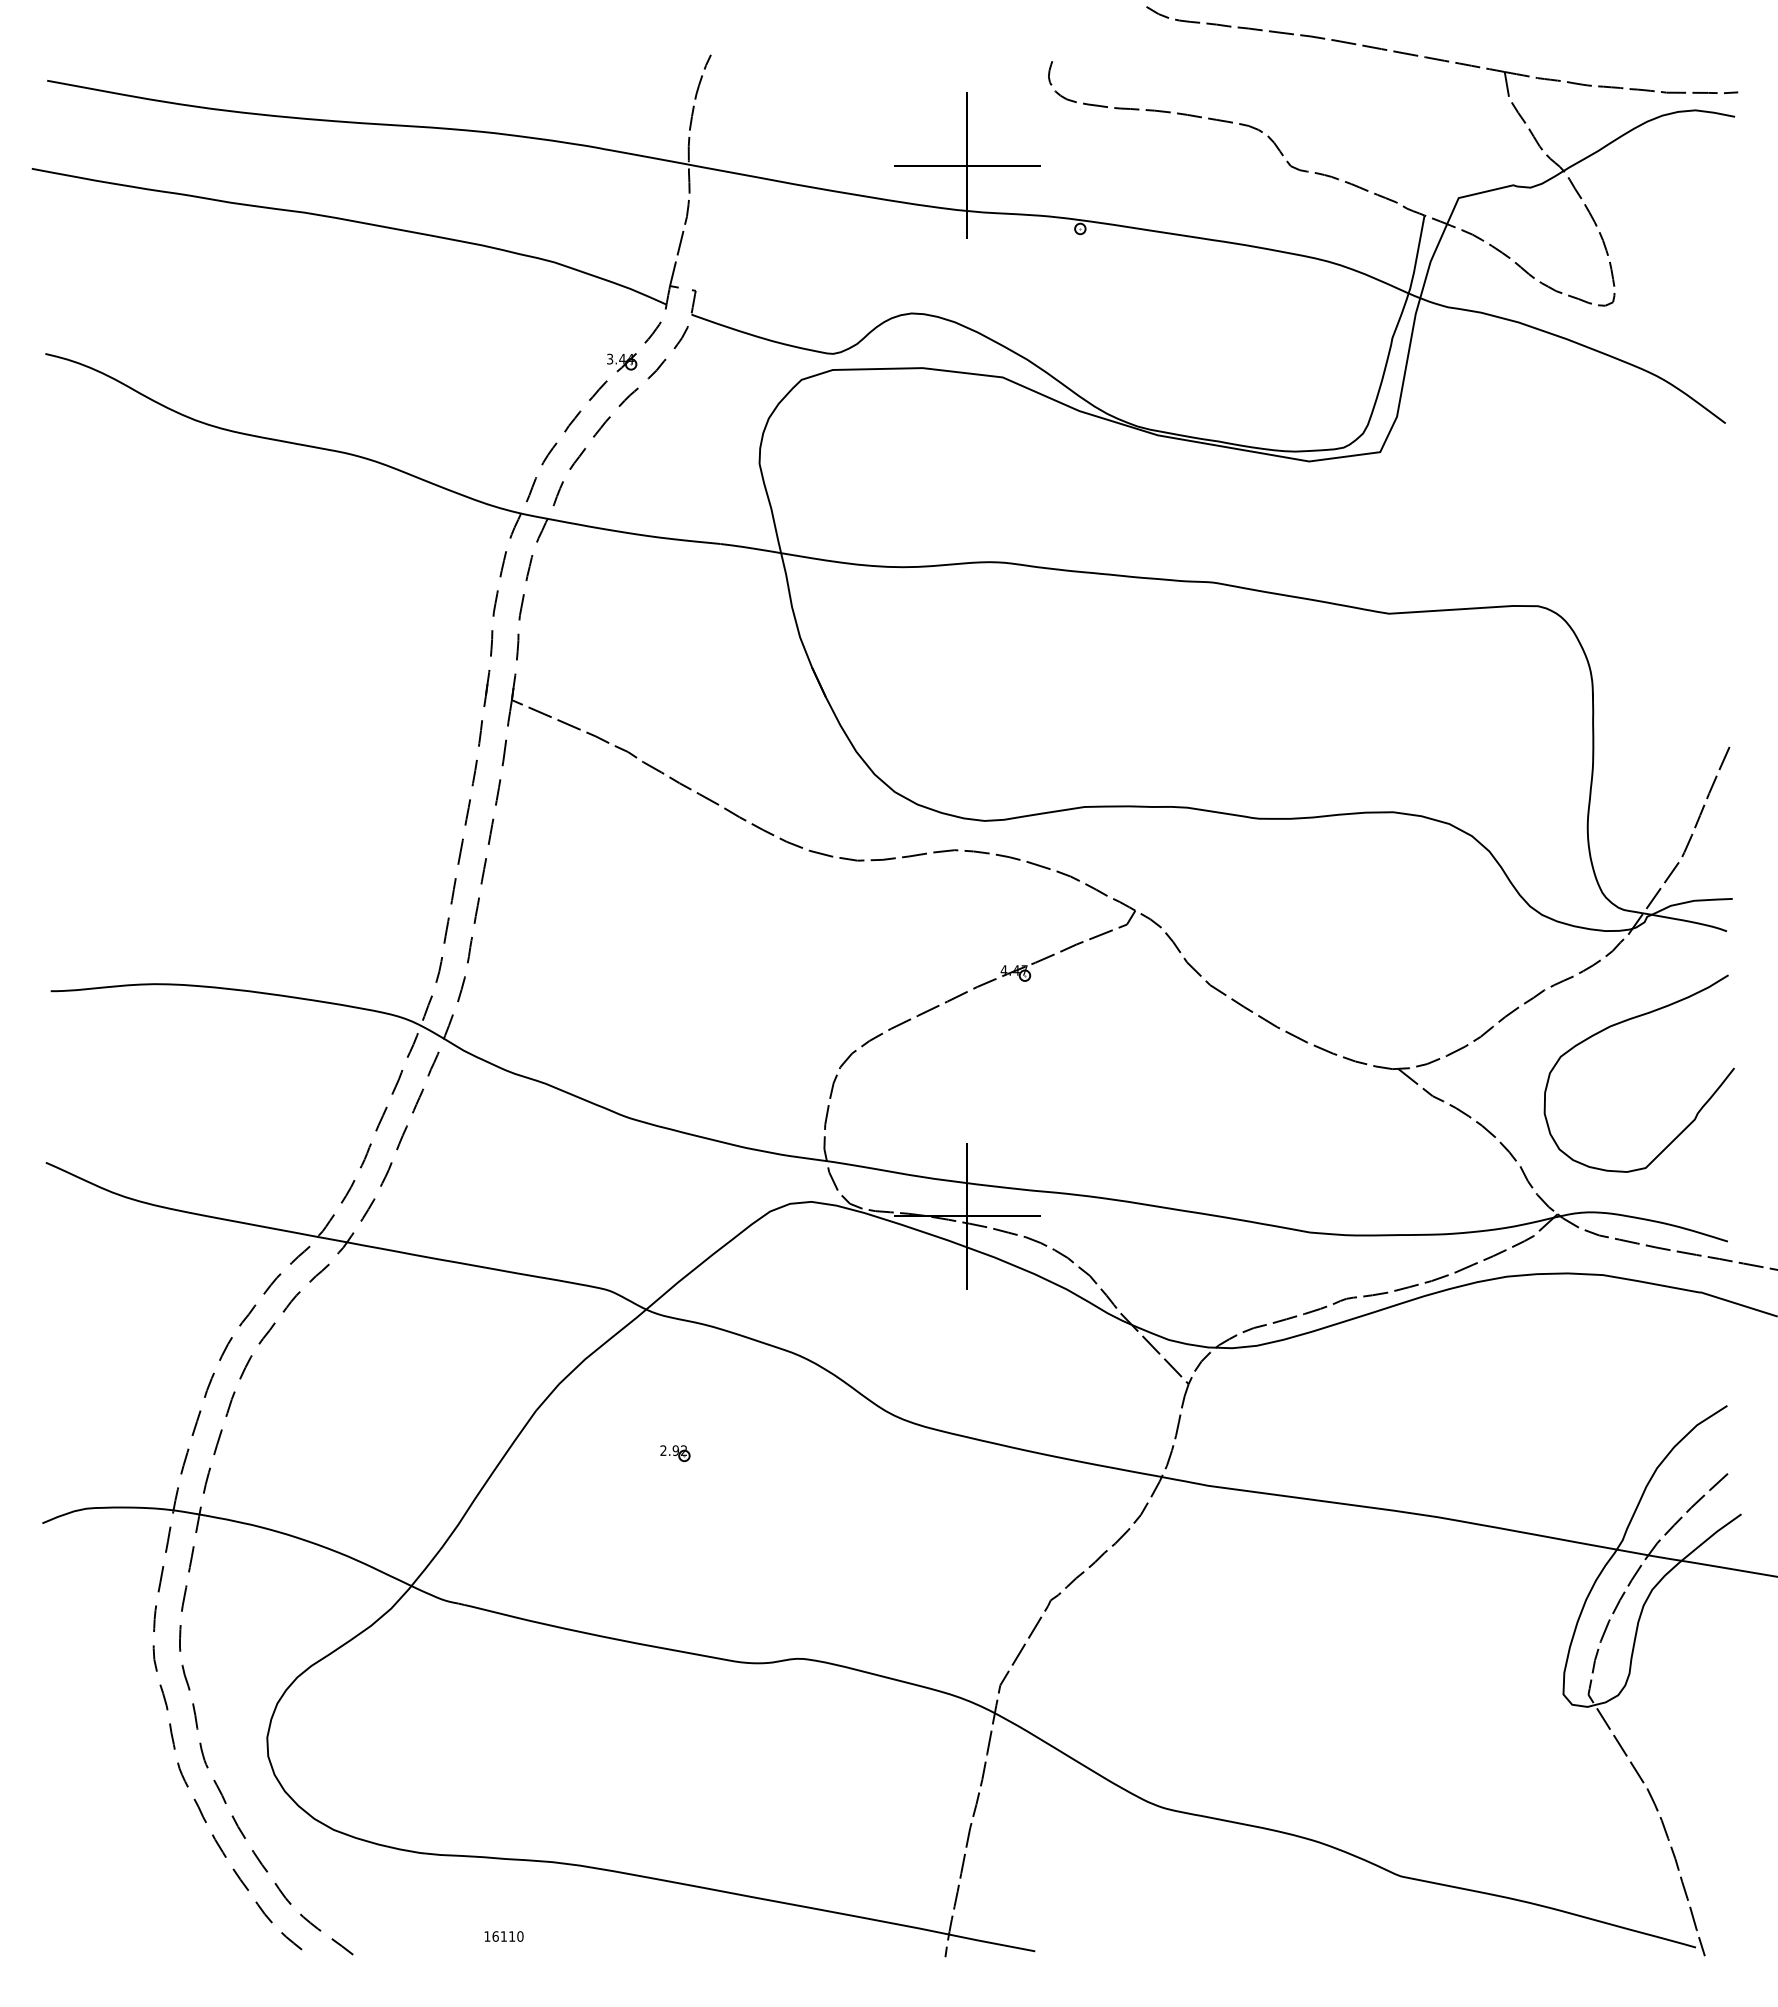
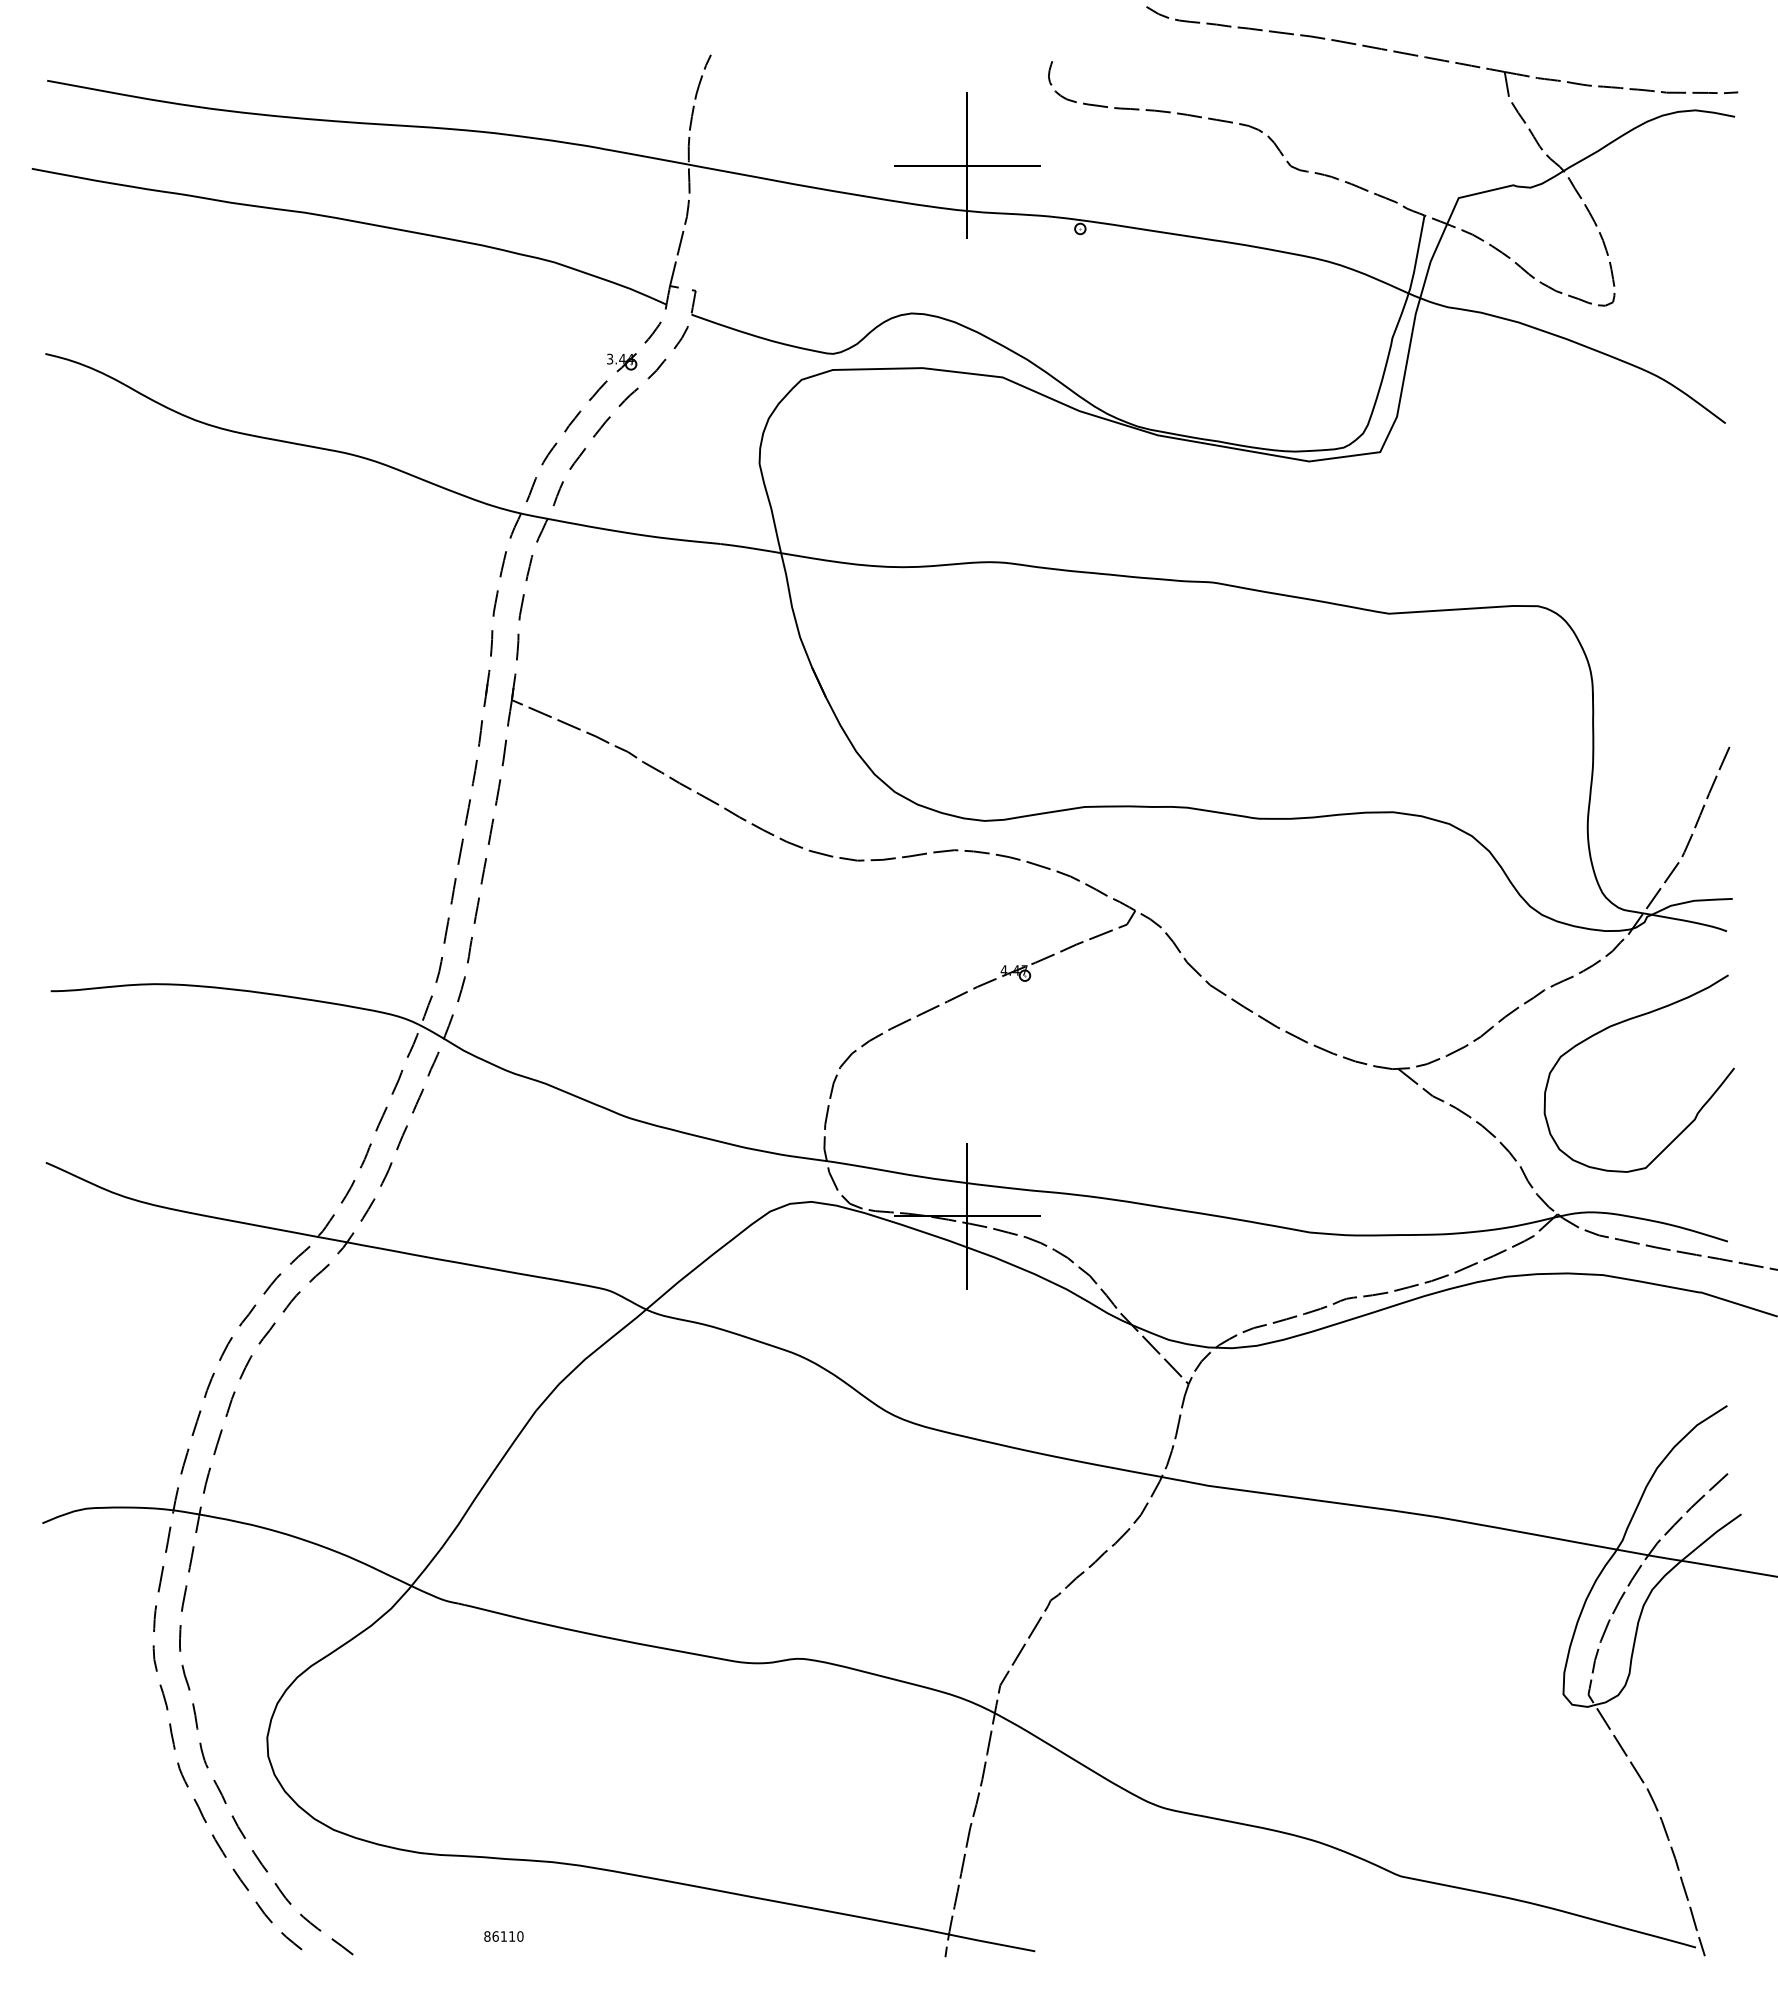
part at (675, 1453): present -> none
text at (487, 1936): 16110 -> 86110
